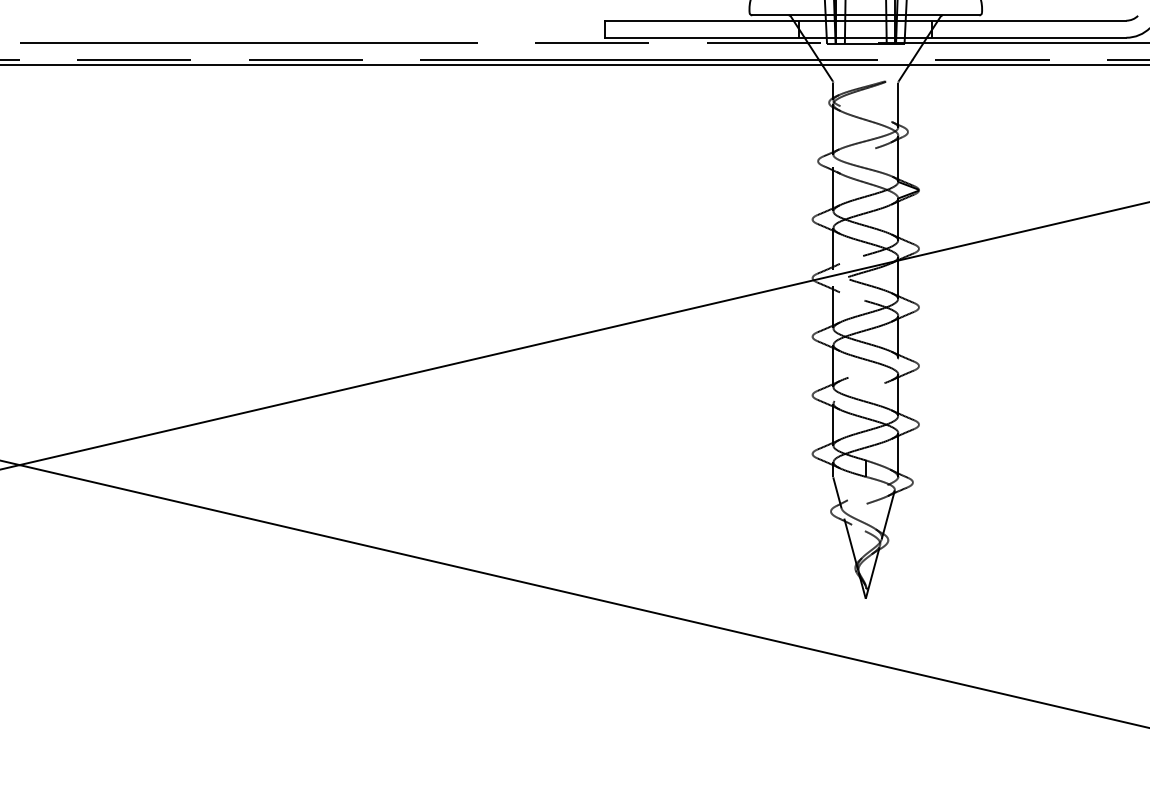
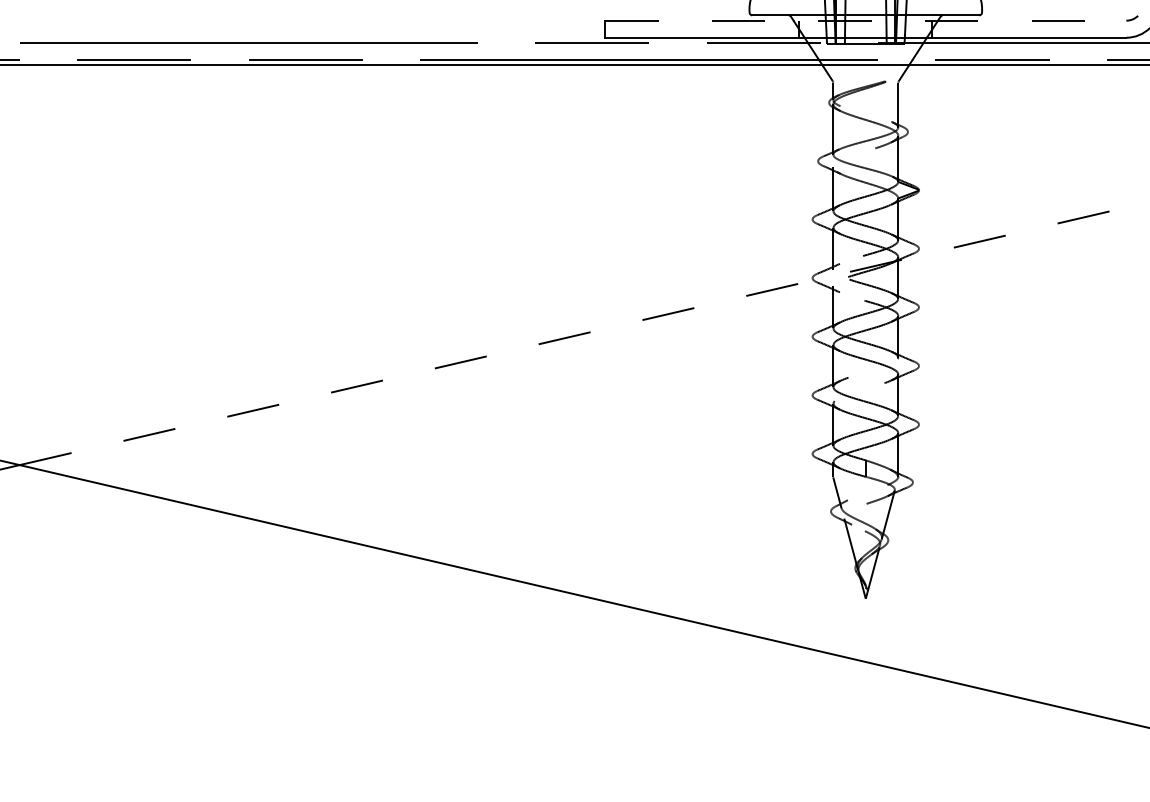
line at (865, 20): solid -> dashed
line at (584, 333): solid -> dashed
